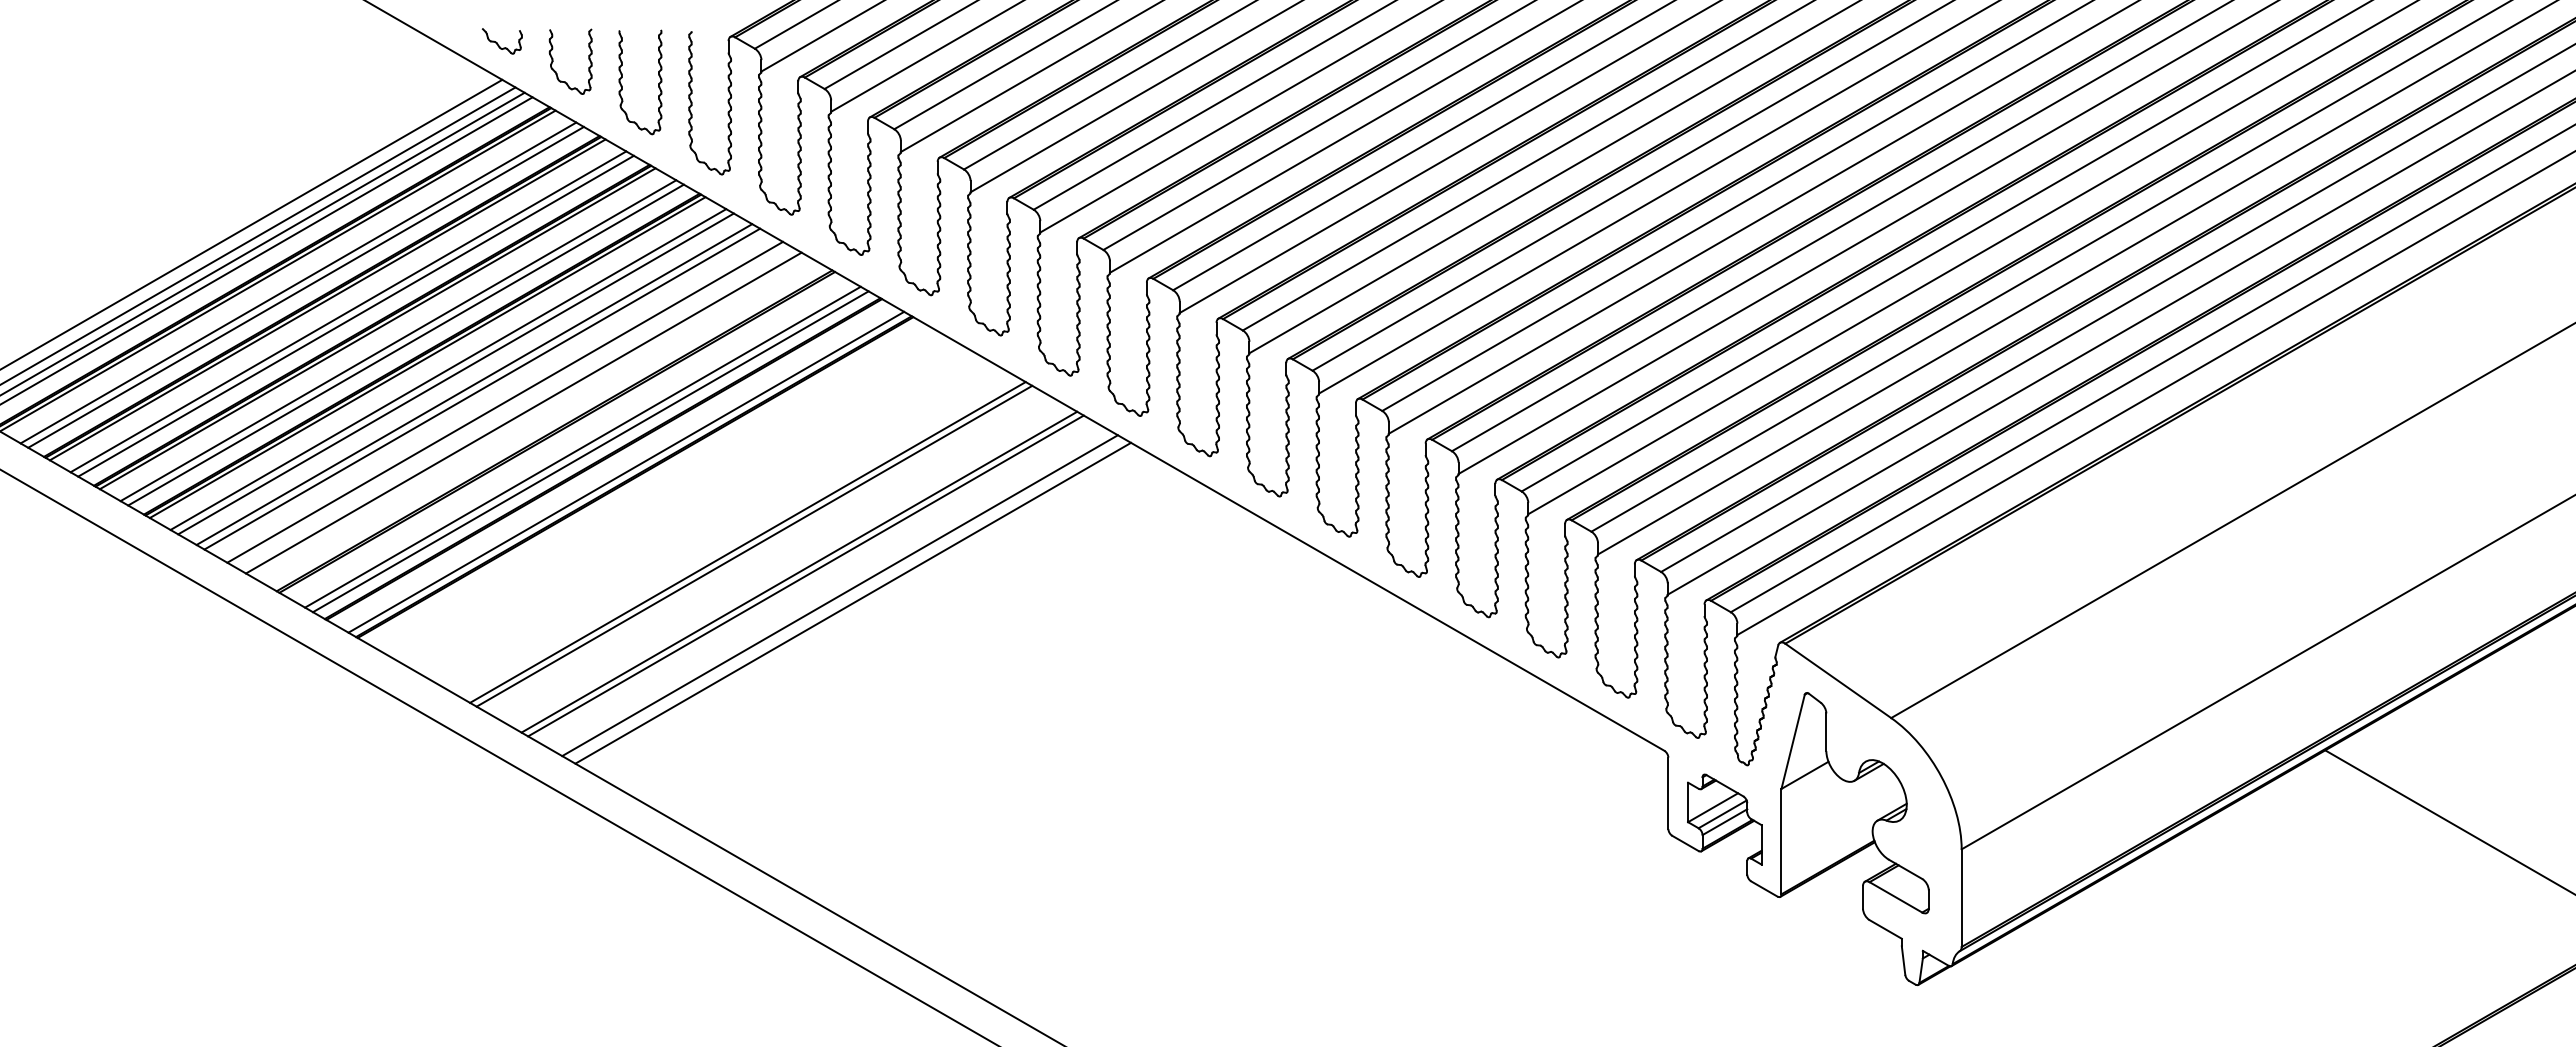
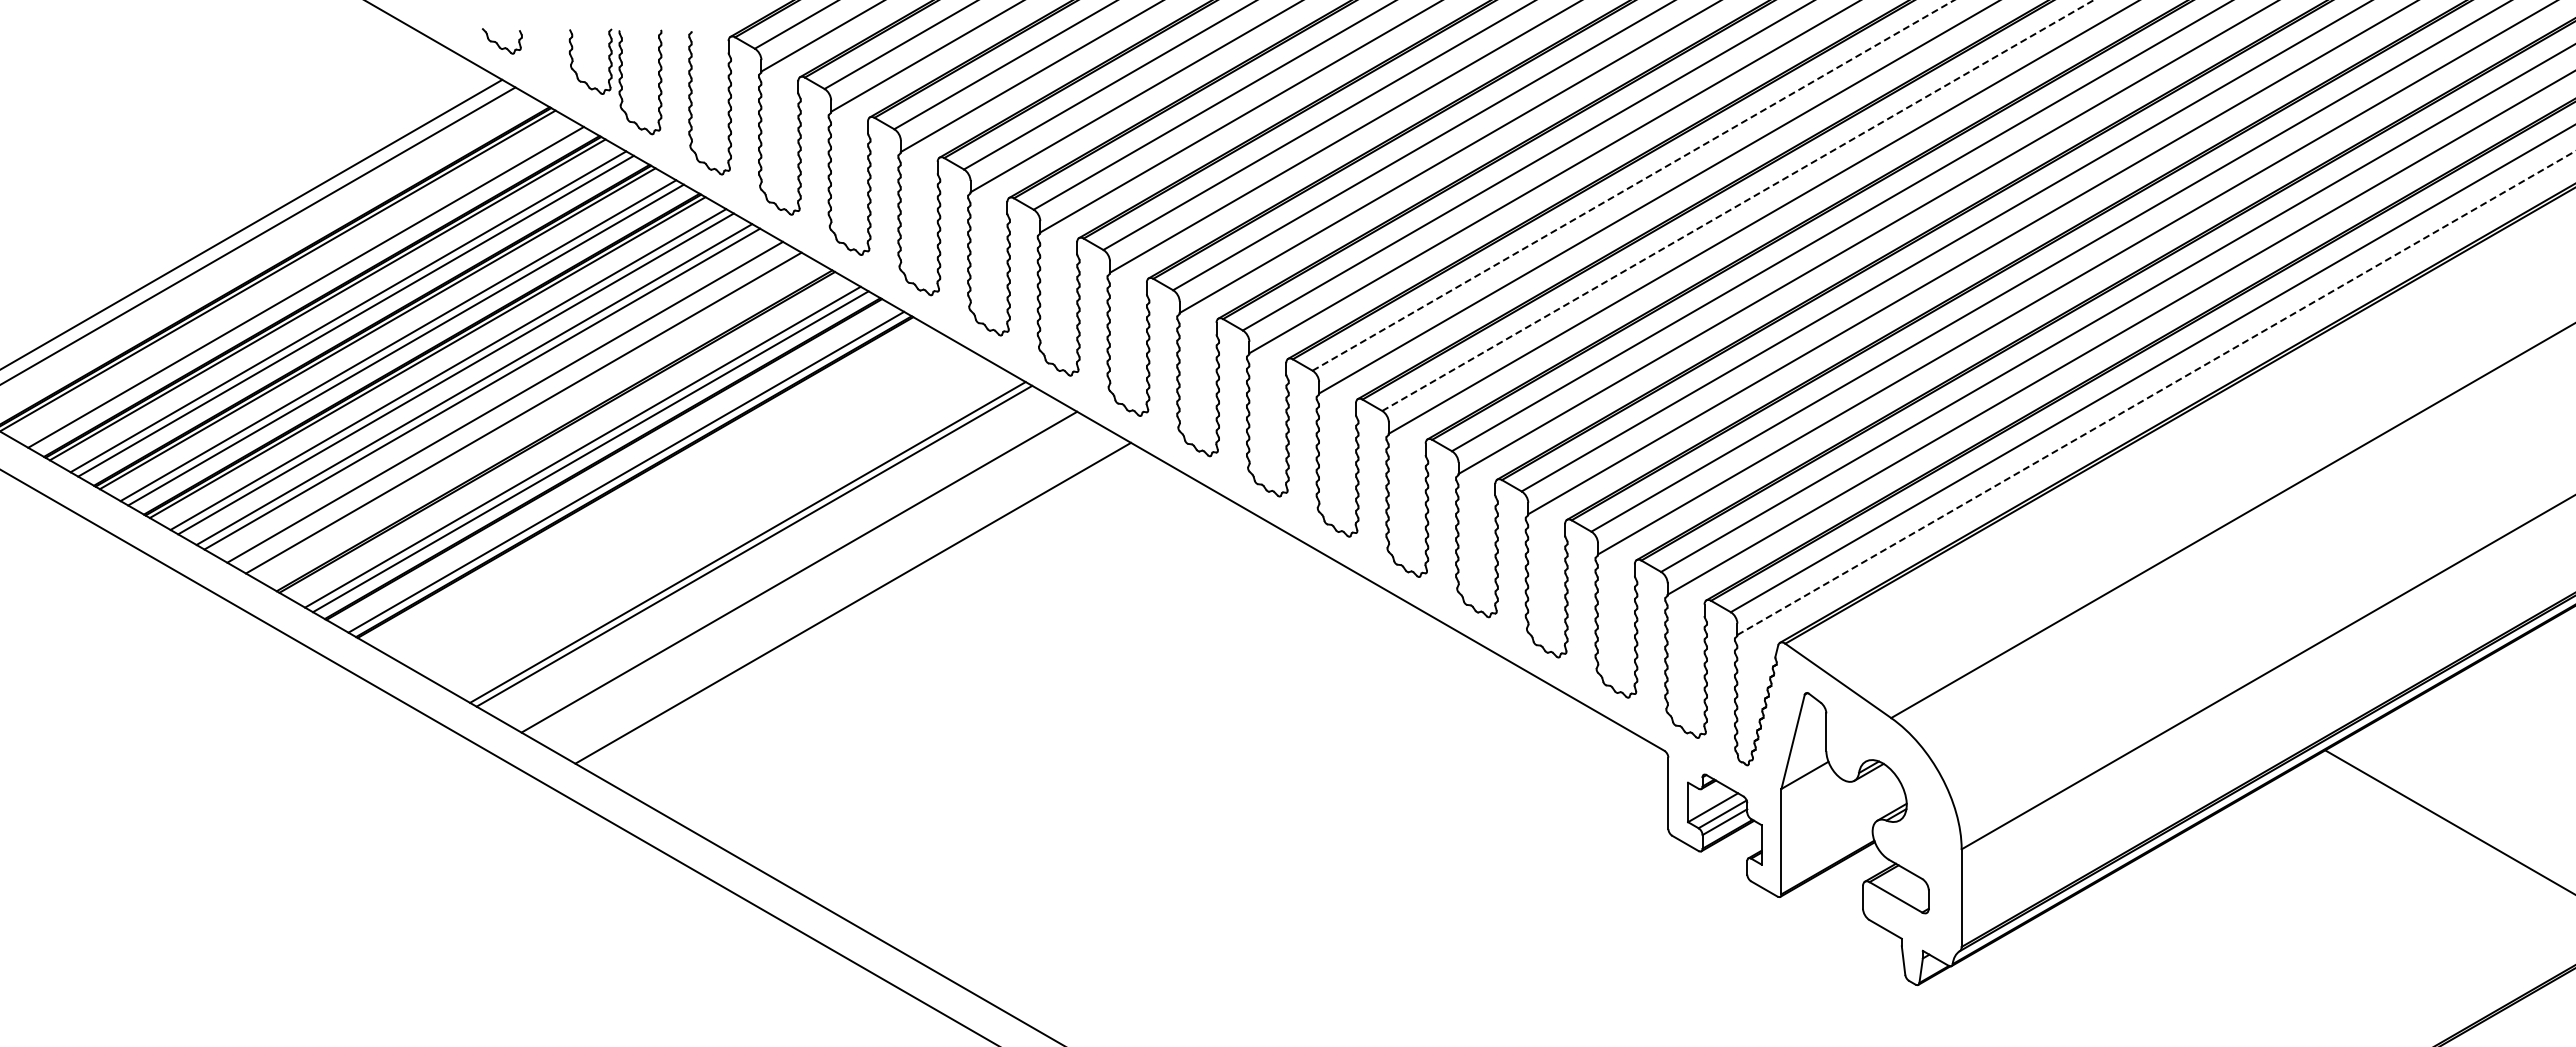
part at (553, 61) position: (553, 61) -> (573, 61)
line at (1633, 185): solid -> dashed
line at (1738, 205): solid -> dashed
line at (263, 243): present -> none
line at (267, 250): present -> none
line at (298, 282): present -> none
line at (2156, 393): solid -> dashed
line at (805, 575): present -> none
line at (839, 595): present -> none
